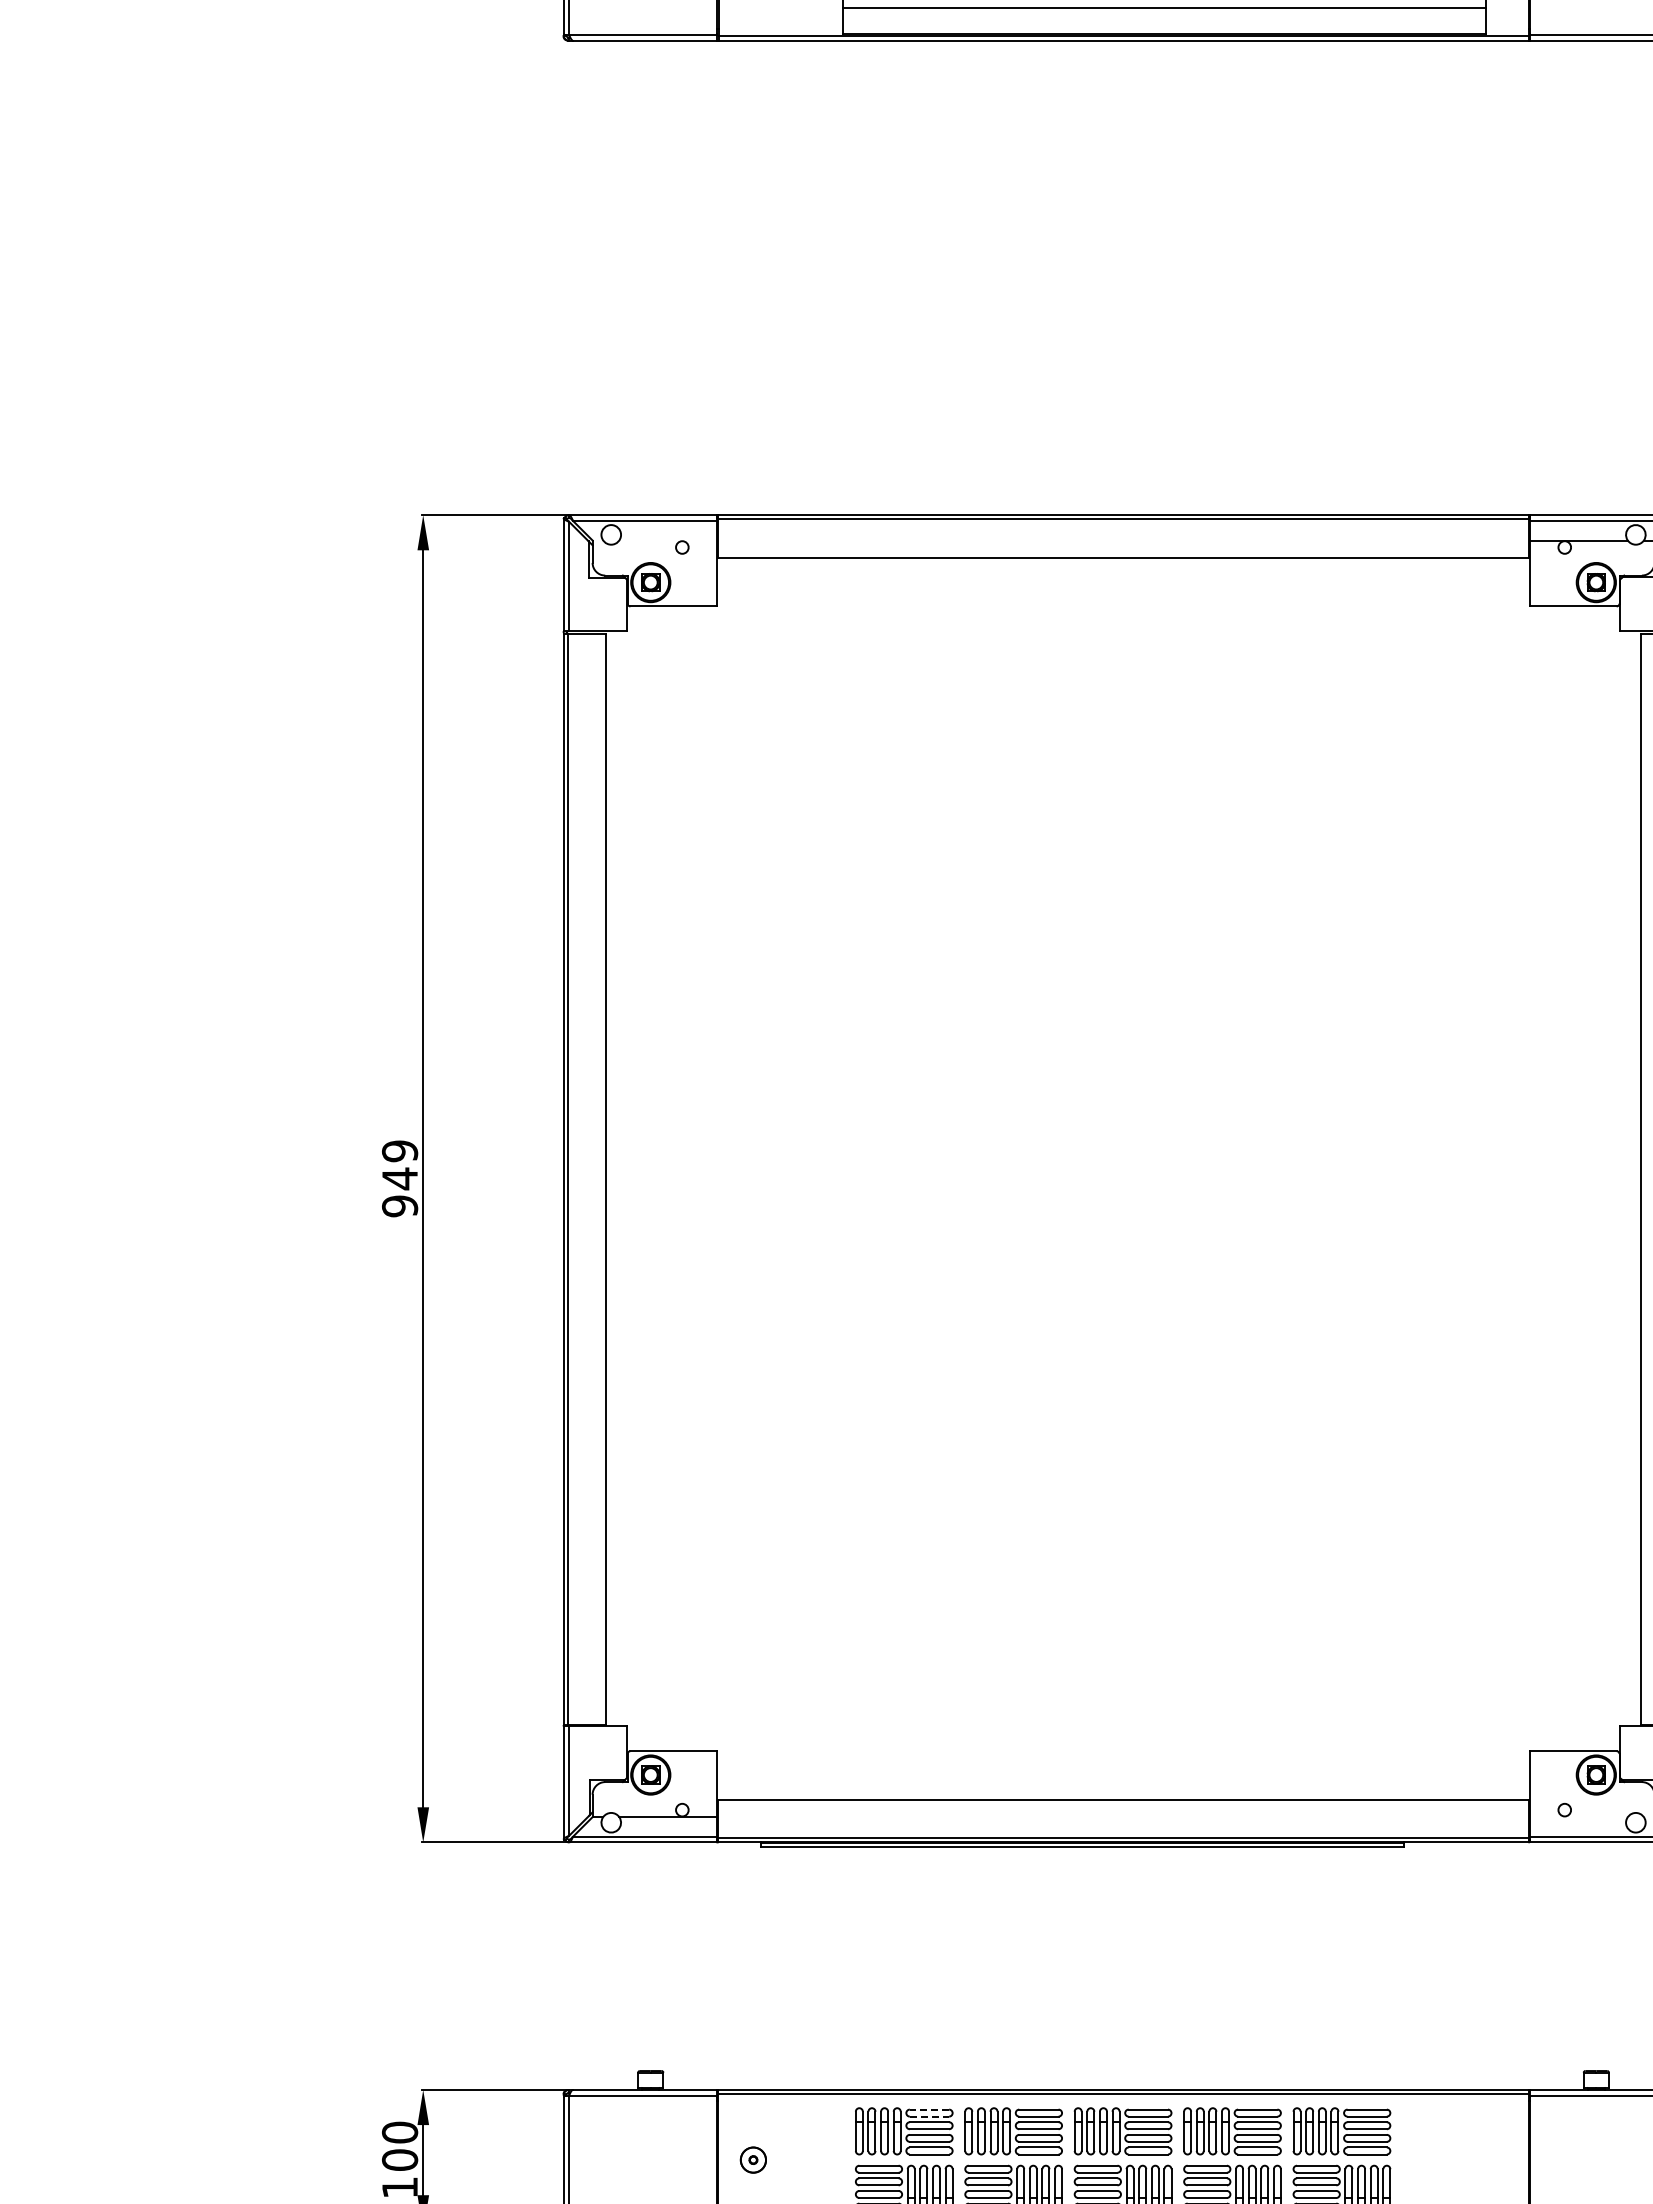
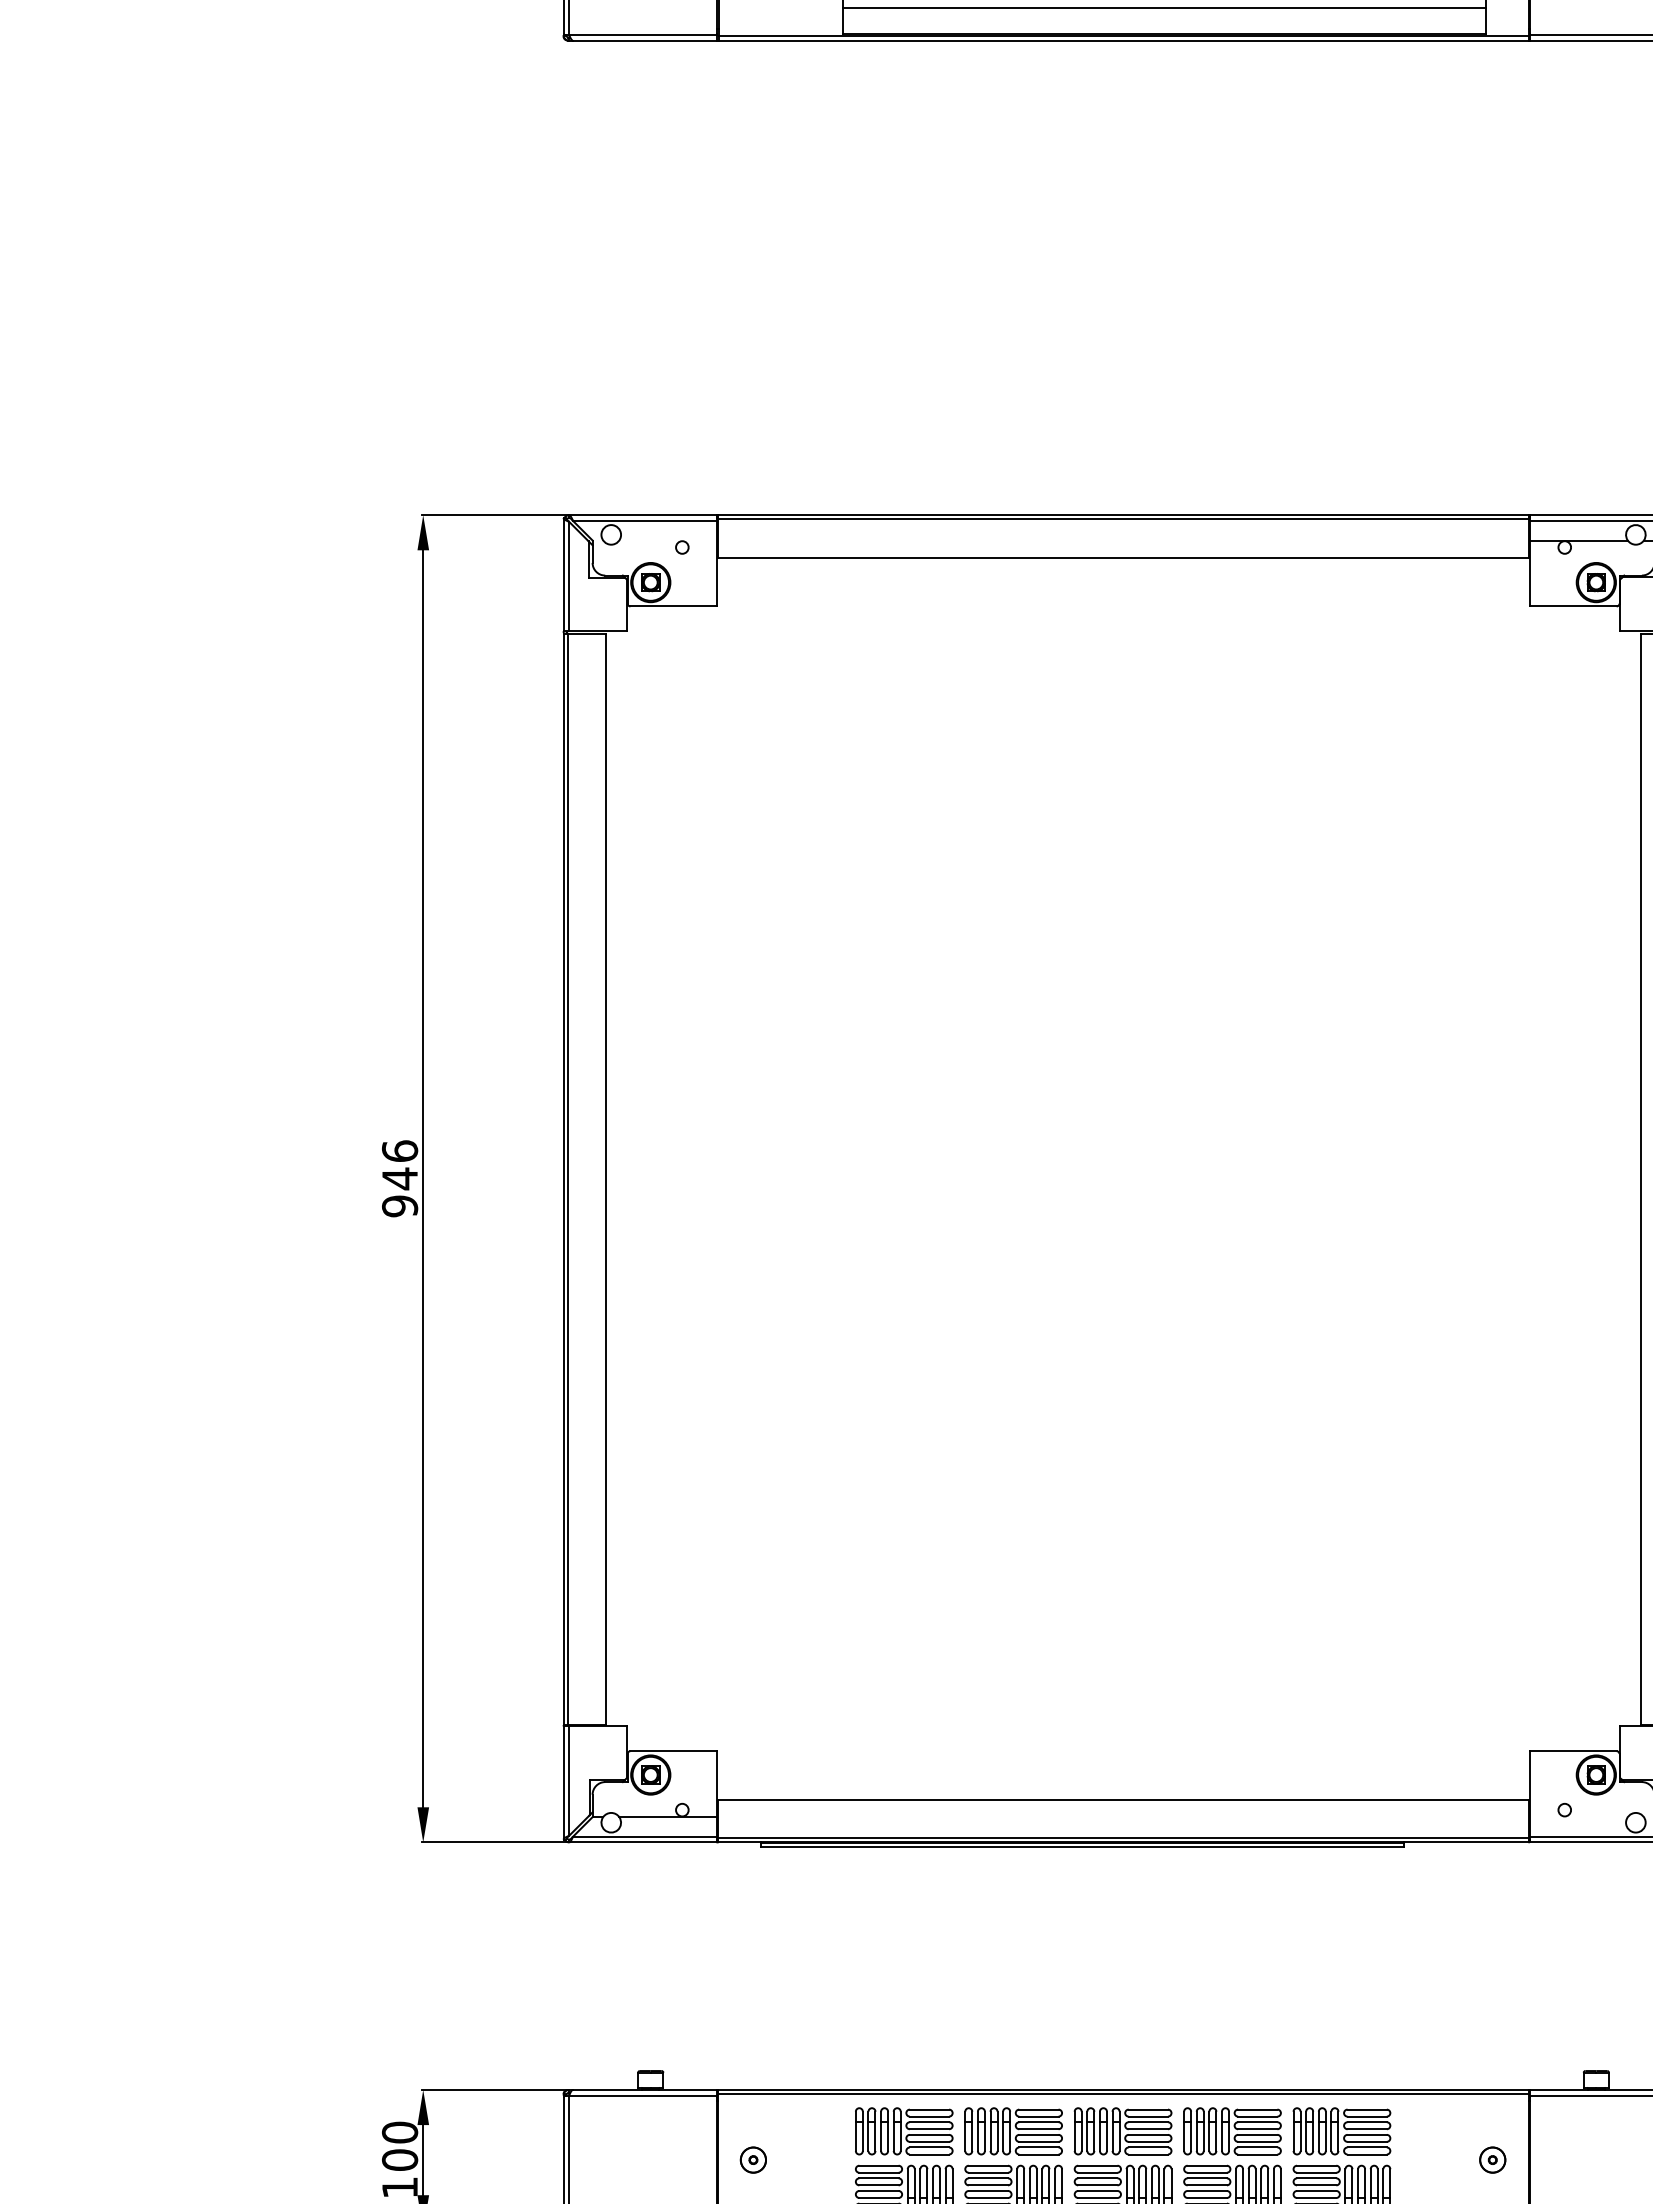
text at (400, 1151): 949 -> 946
line at (929, 2109): dashed -> solid
line at (929, 2116): dashed -> solid
part at (1492, 2159): none -> present
